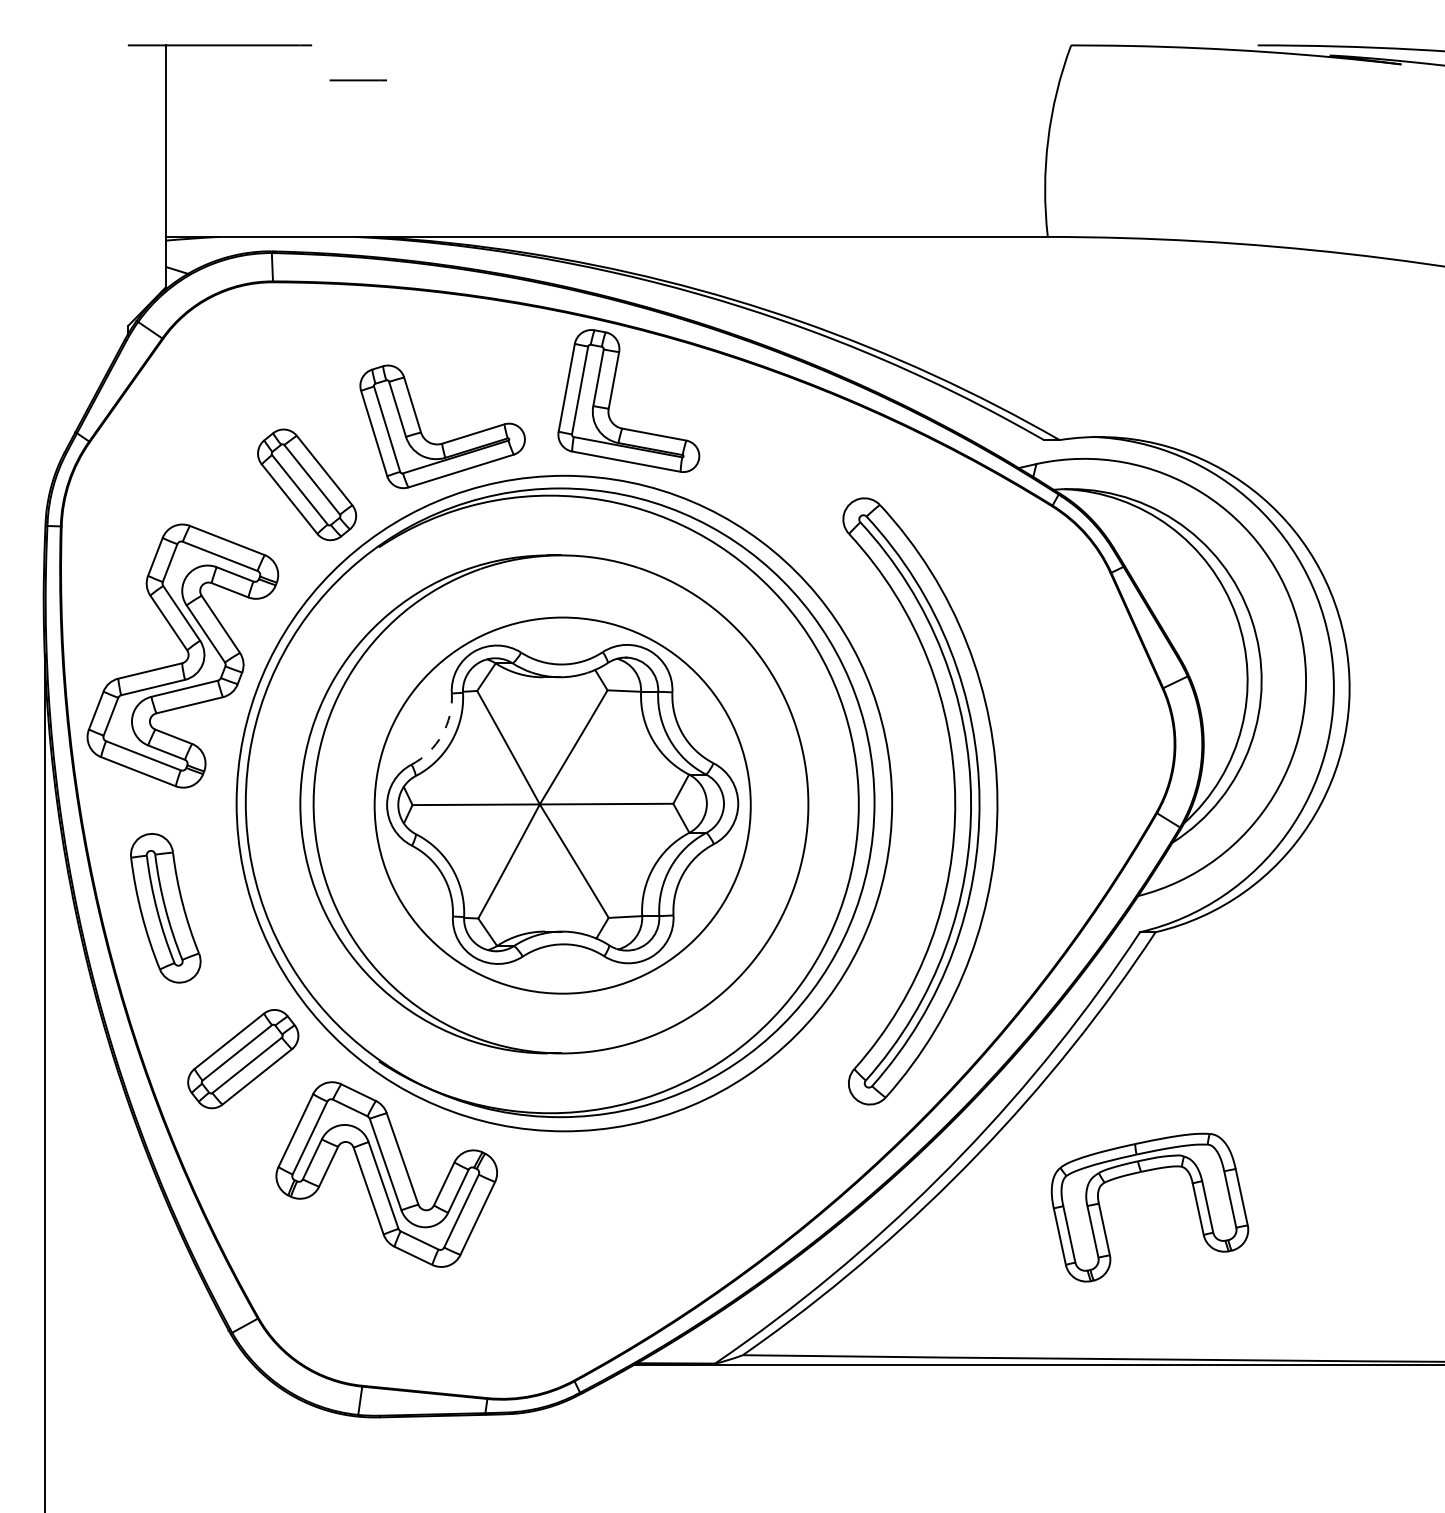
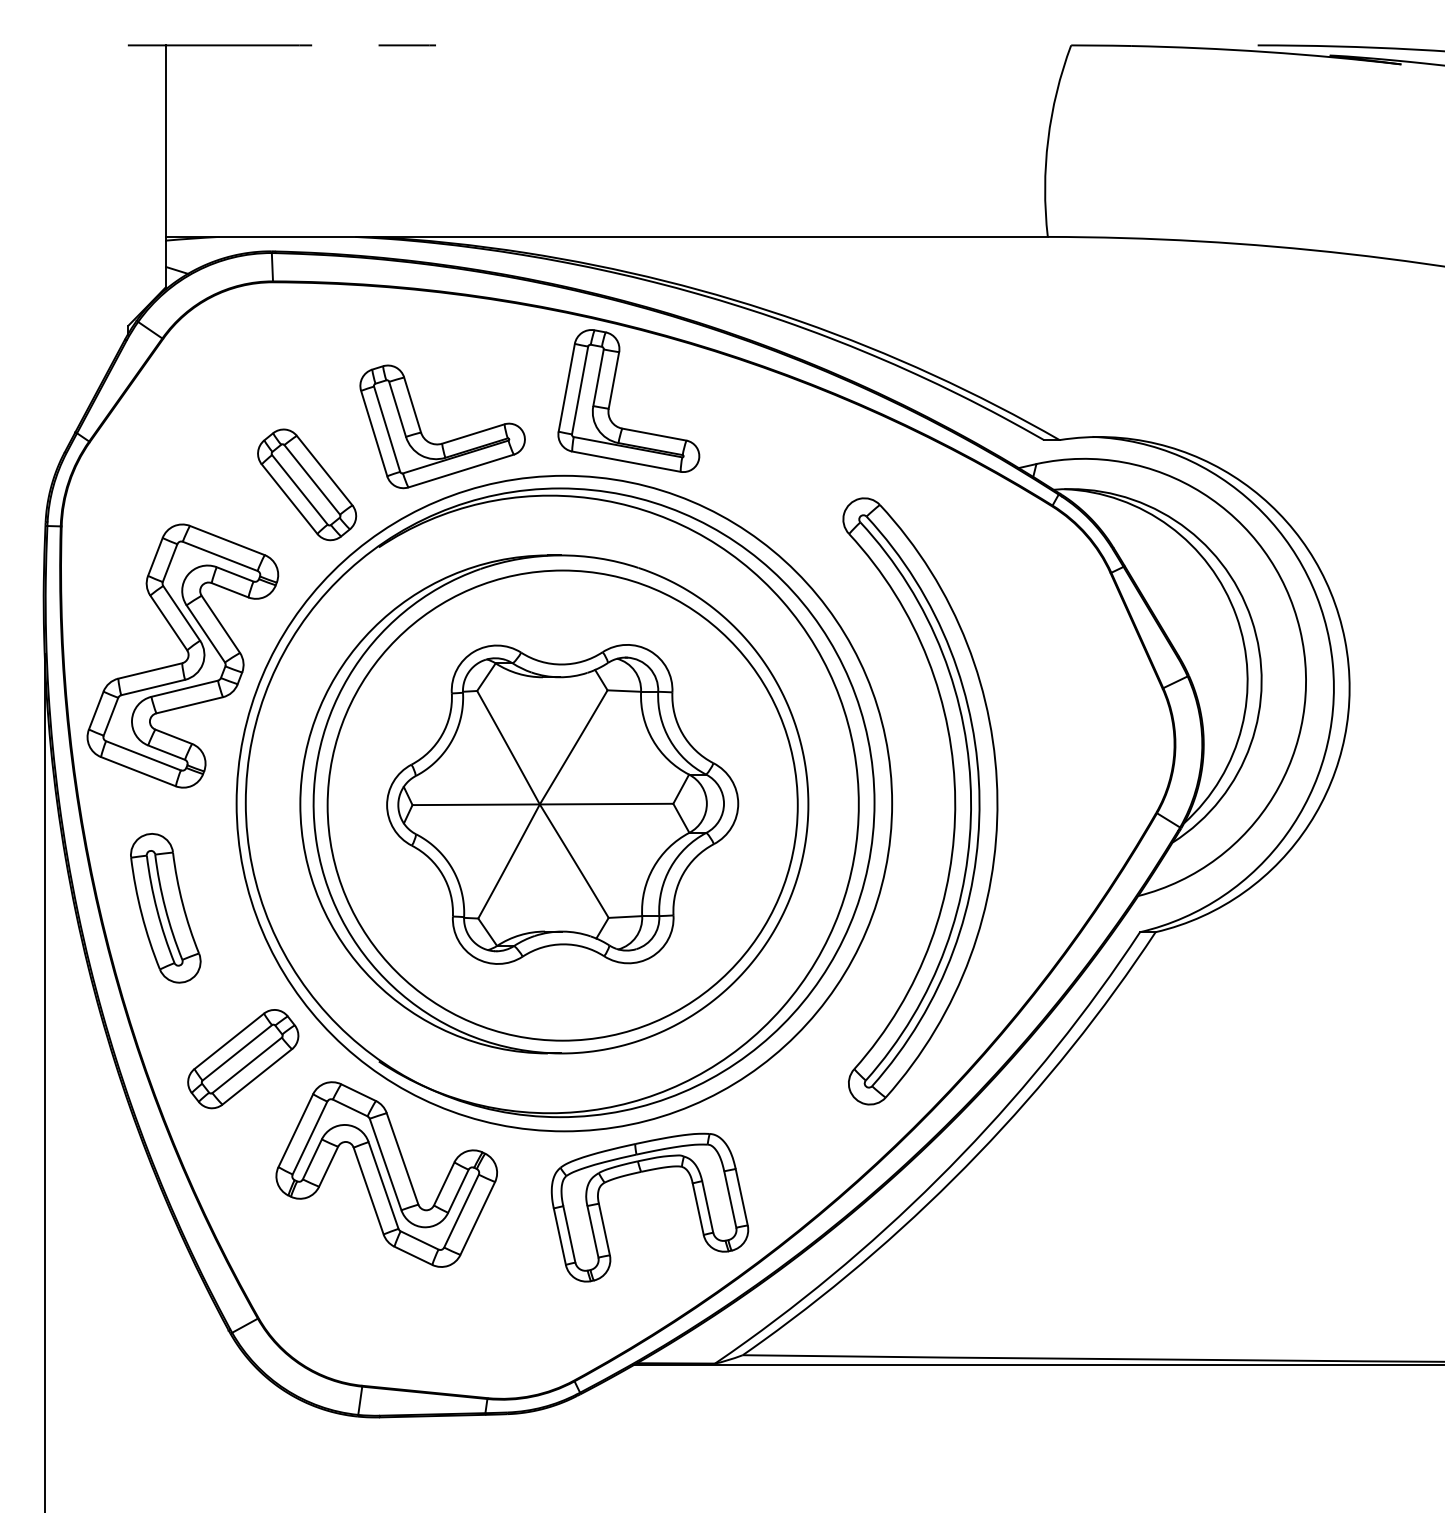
line at (357, 80) position: (357, 80) -> (406, 45)
arc at (442, 735): dashed -> solid
circle at (562, 805) diameter: 376 px -> 470 px
part at (1144, 1172) position: (1144, 1172) -> (644, 1172)
